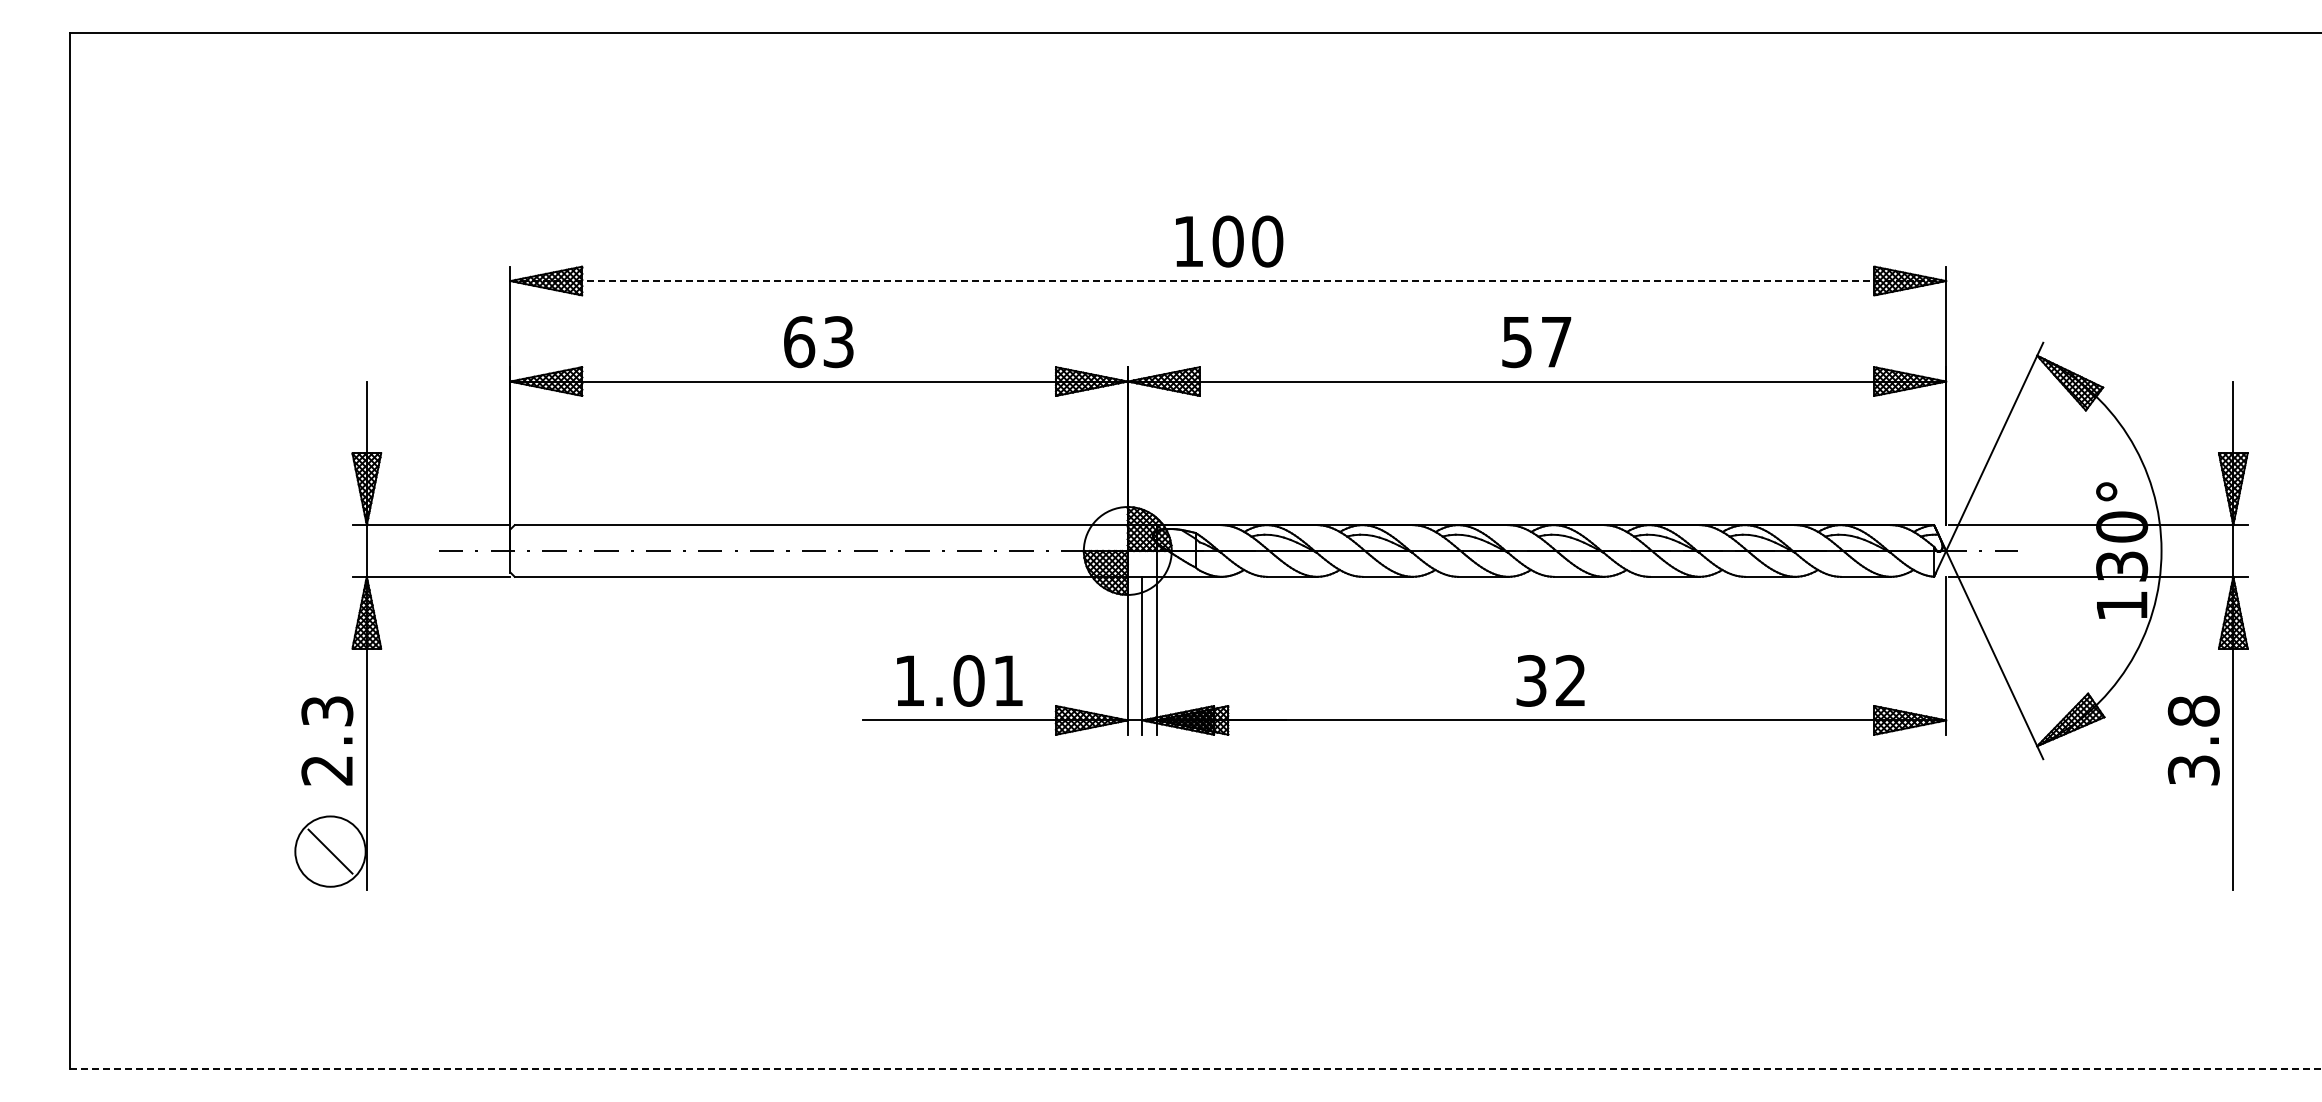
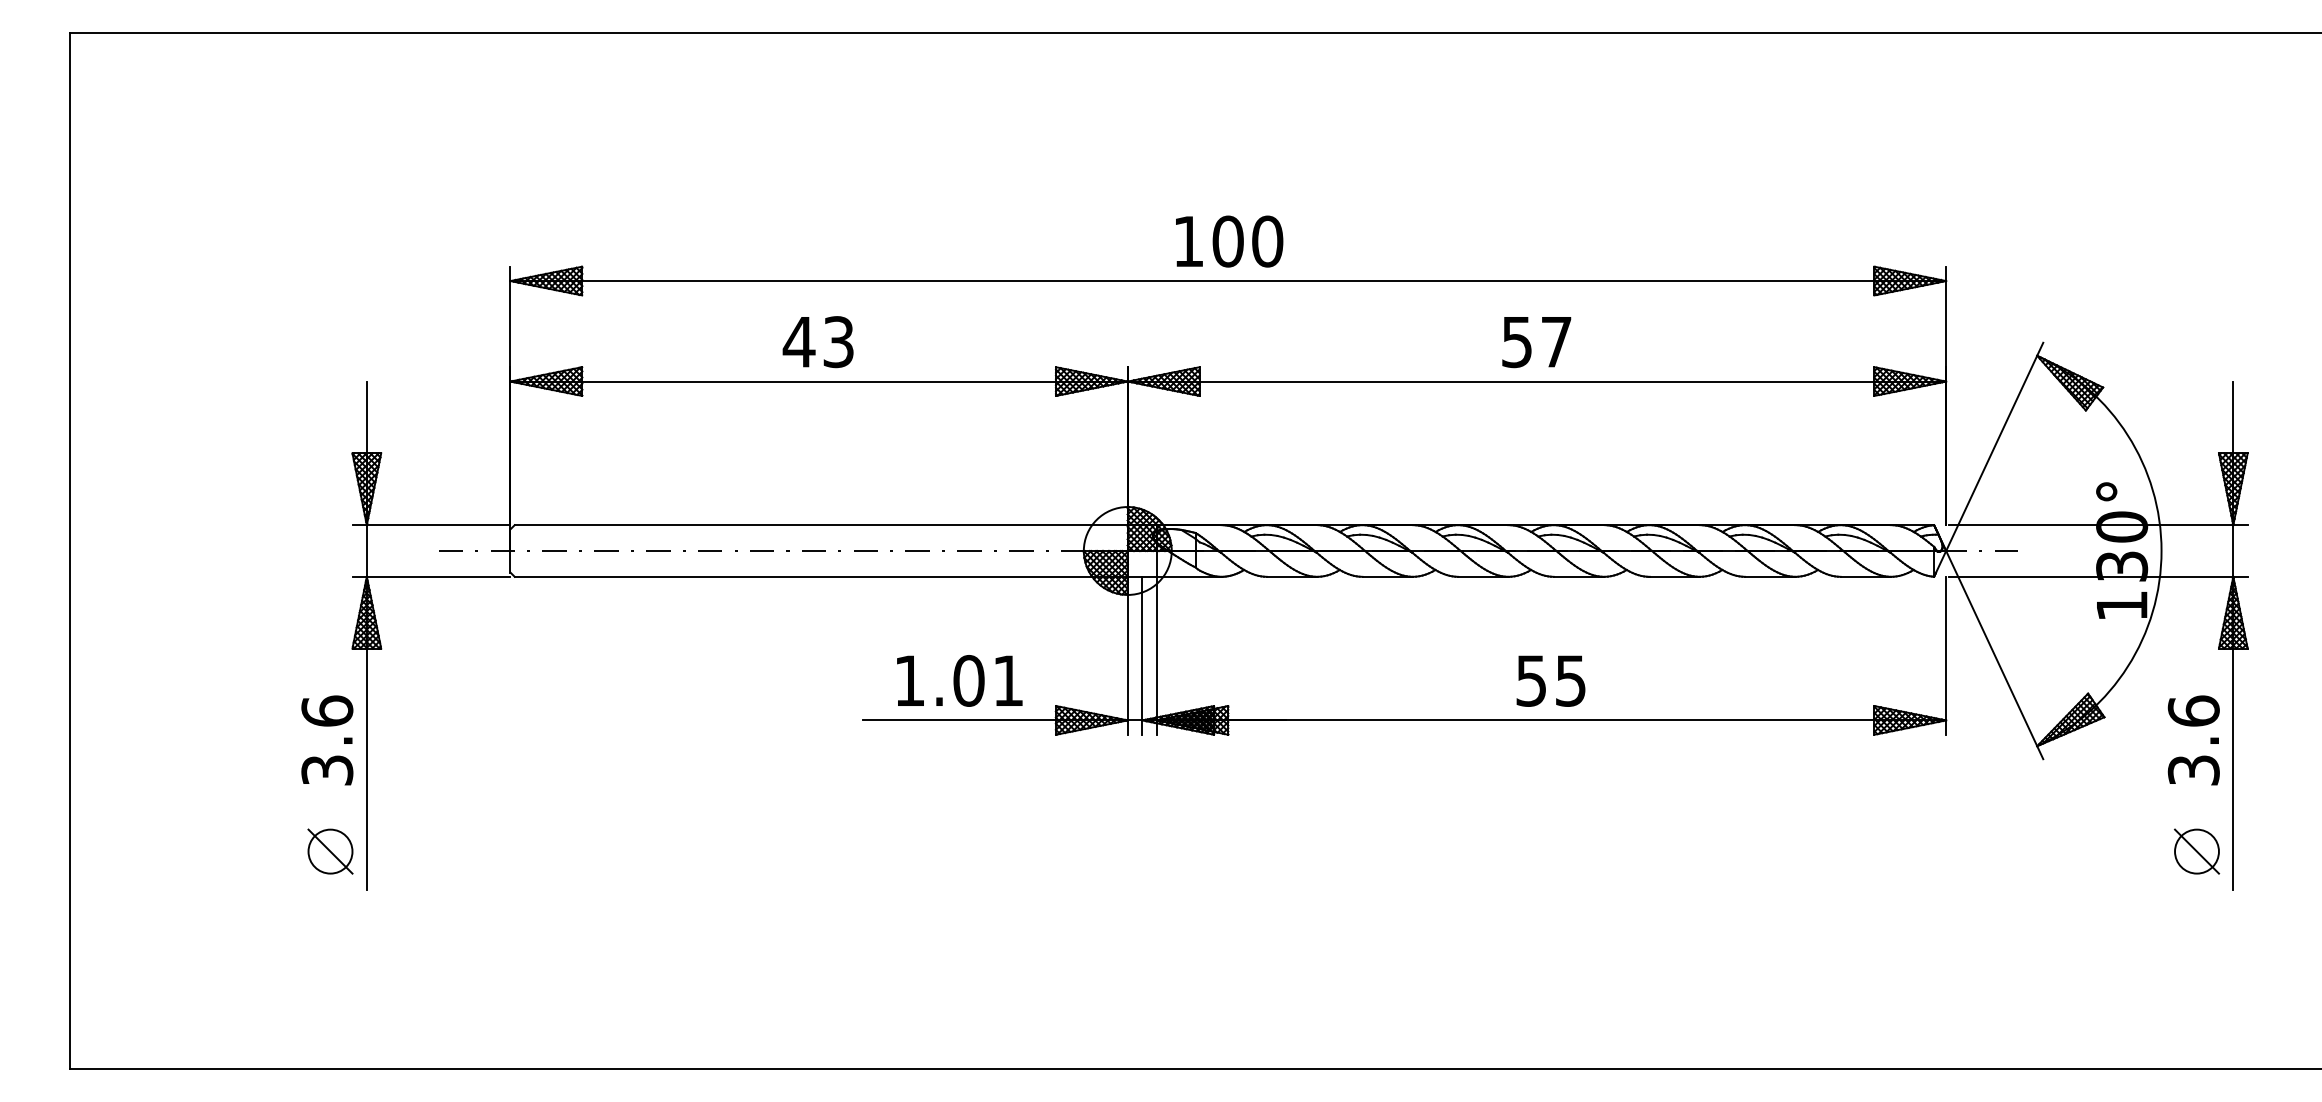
line at (1228, 281): dashed -> solid
text at (798, 342): 63 -> 43
text at (1551, 680): 32 -> 55
text at (2193, 710): 3.8 -> 3.6
text at (327, 740): 2.3 -> 3.6
circle at (330, 851) diameter: 70 px -> 44 px
part at (2197, 851): none -> present
line at (1195, 1069): dashed -> solid
